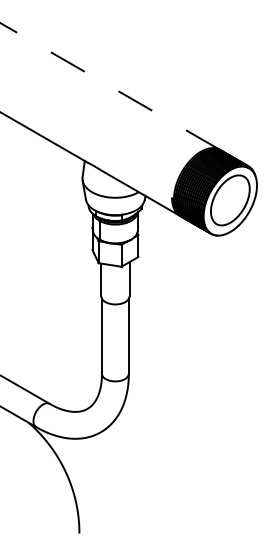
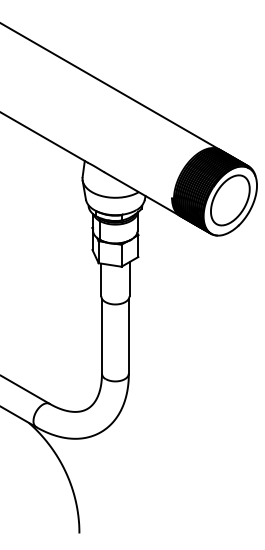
line at (110, 86): dashed -> solid
